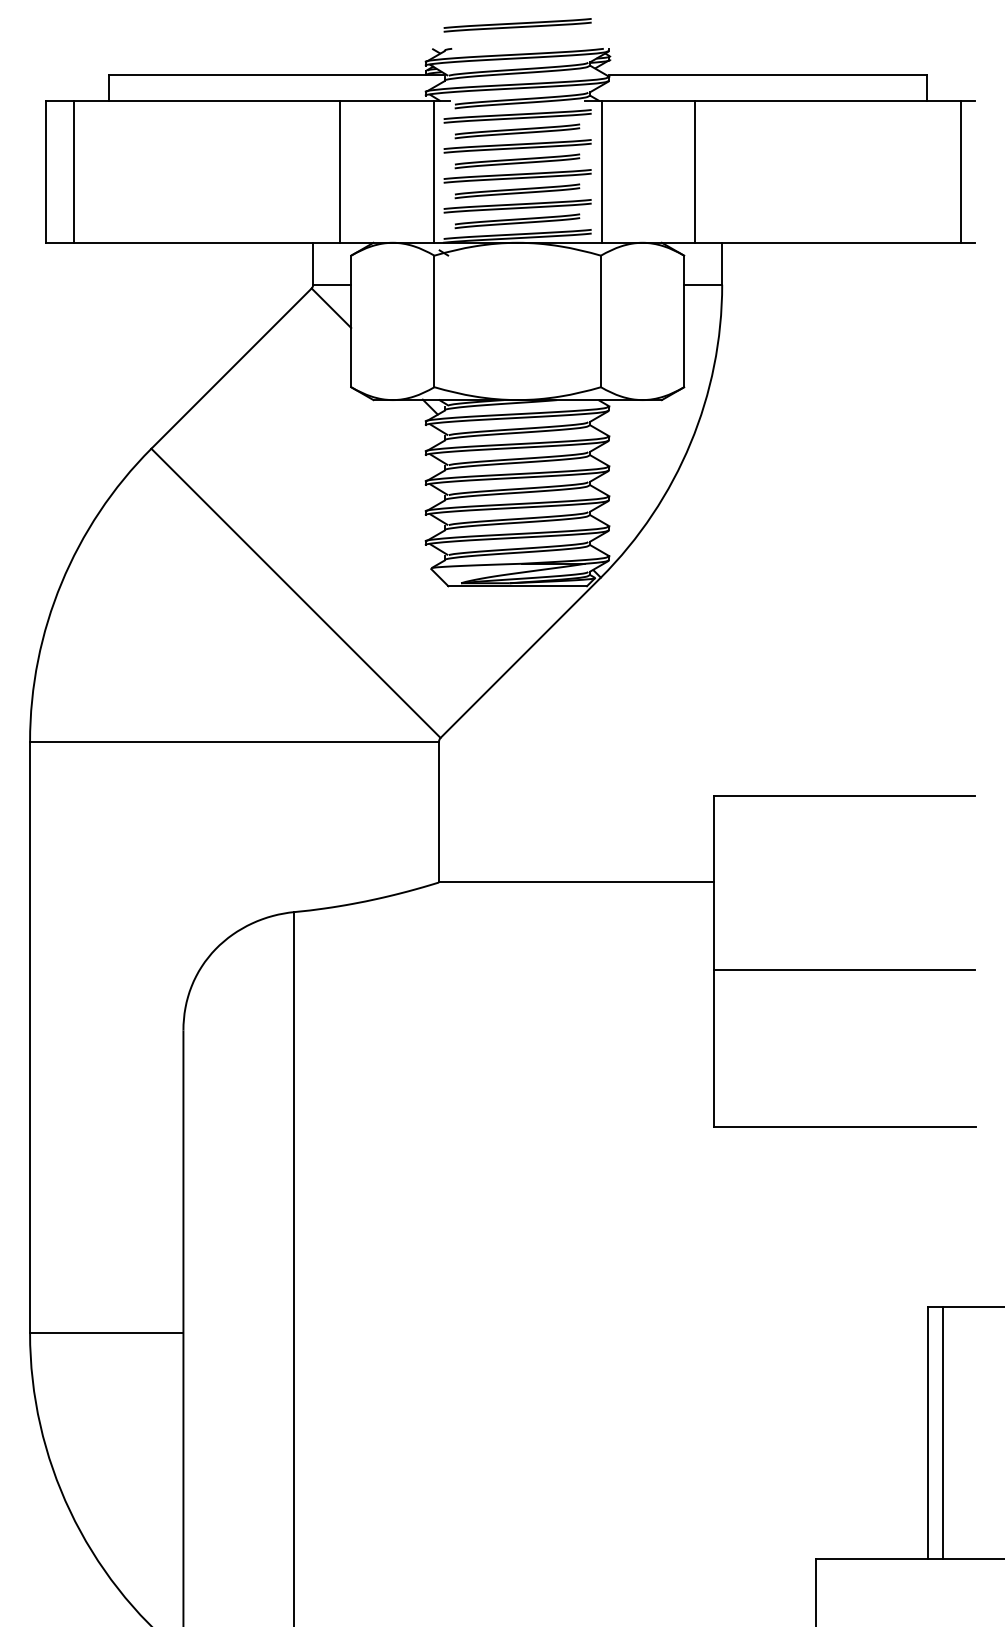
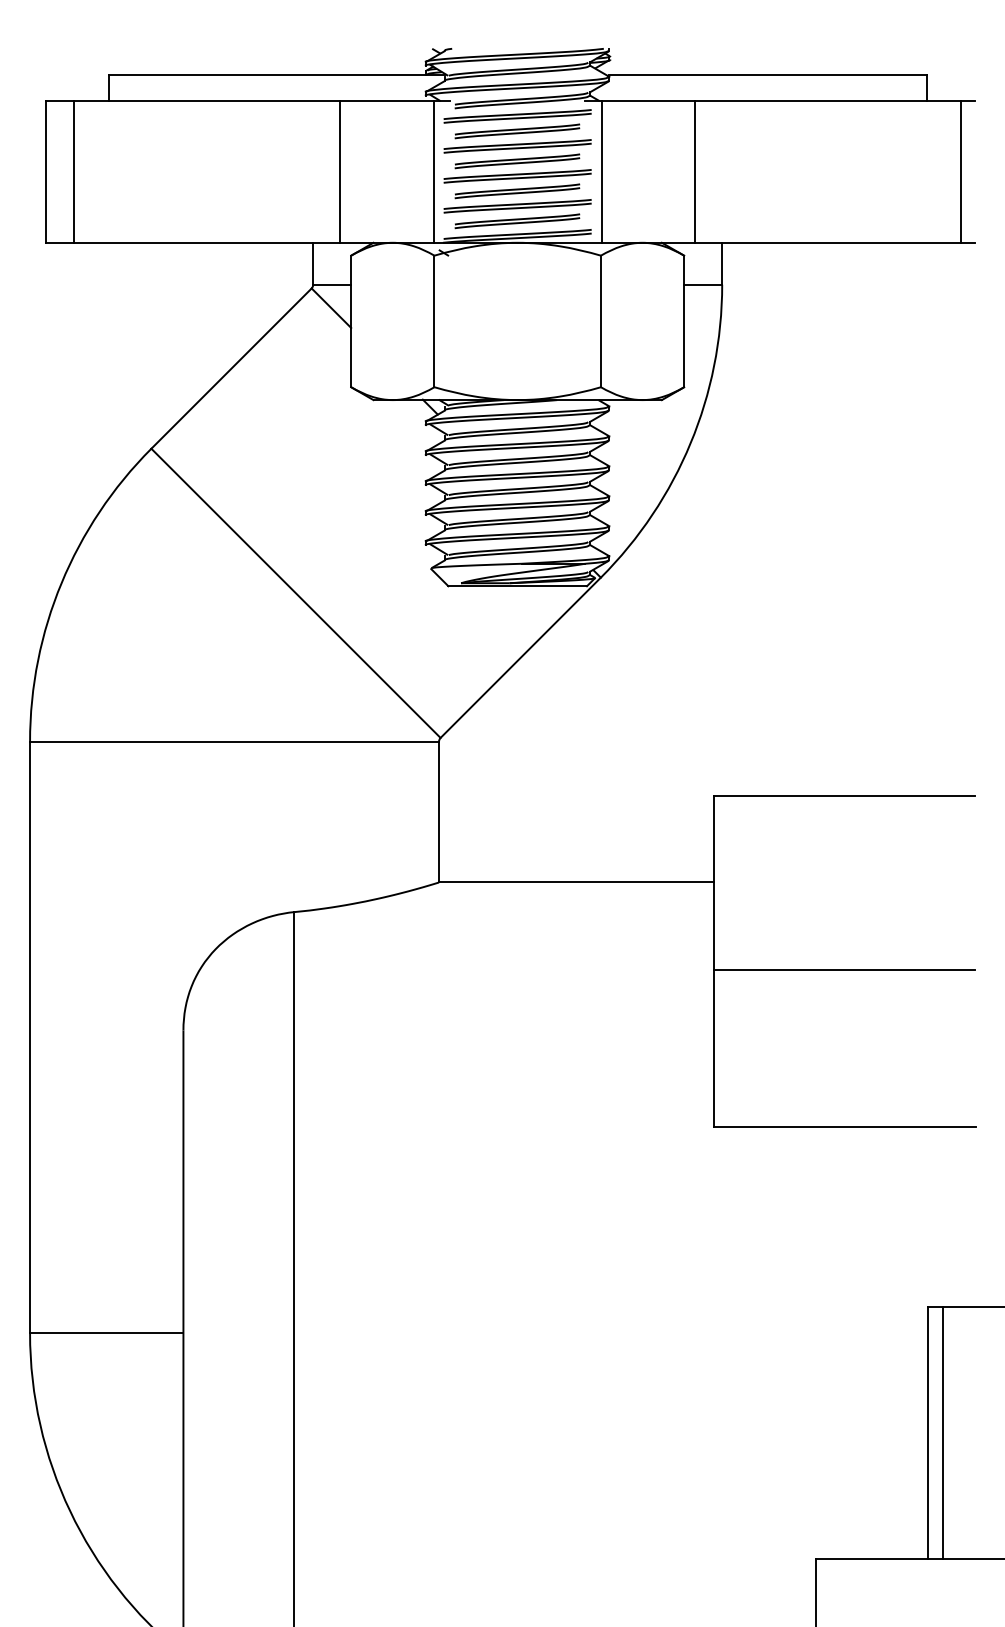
part at (517, 25): present -> none
